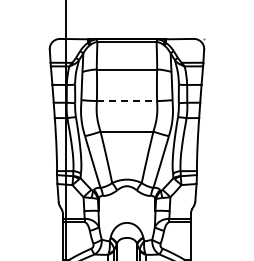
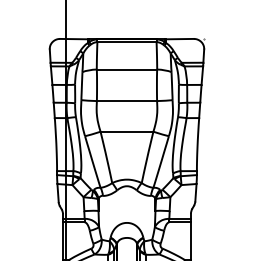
line at (127, 101): dashed -> solid
